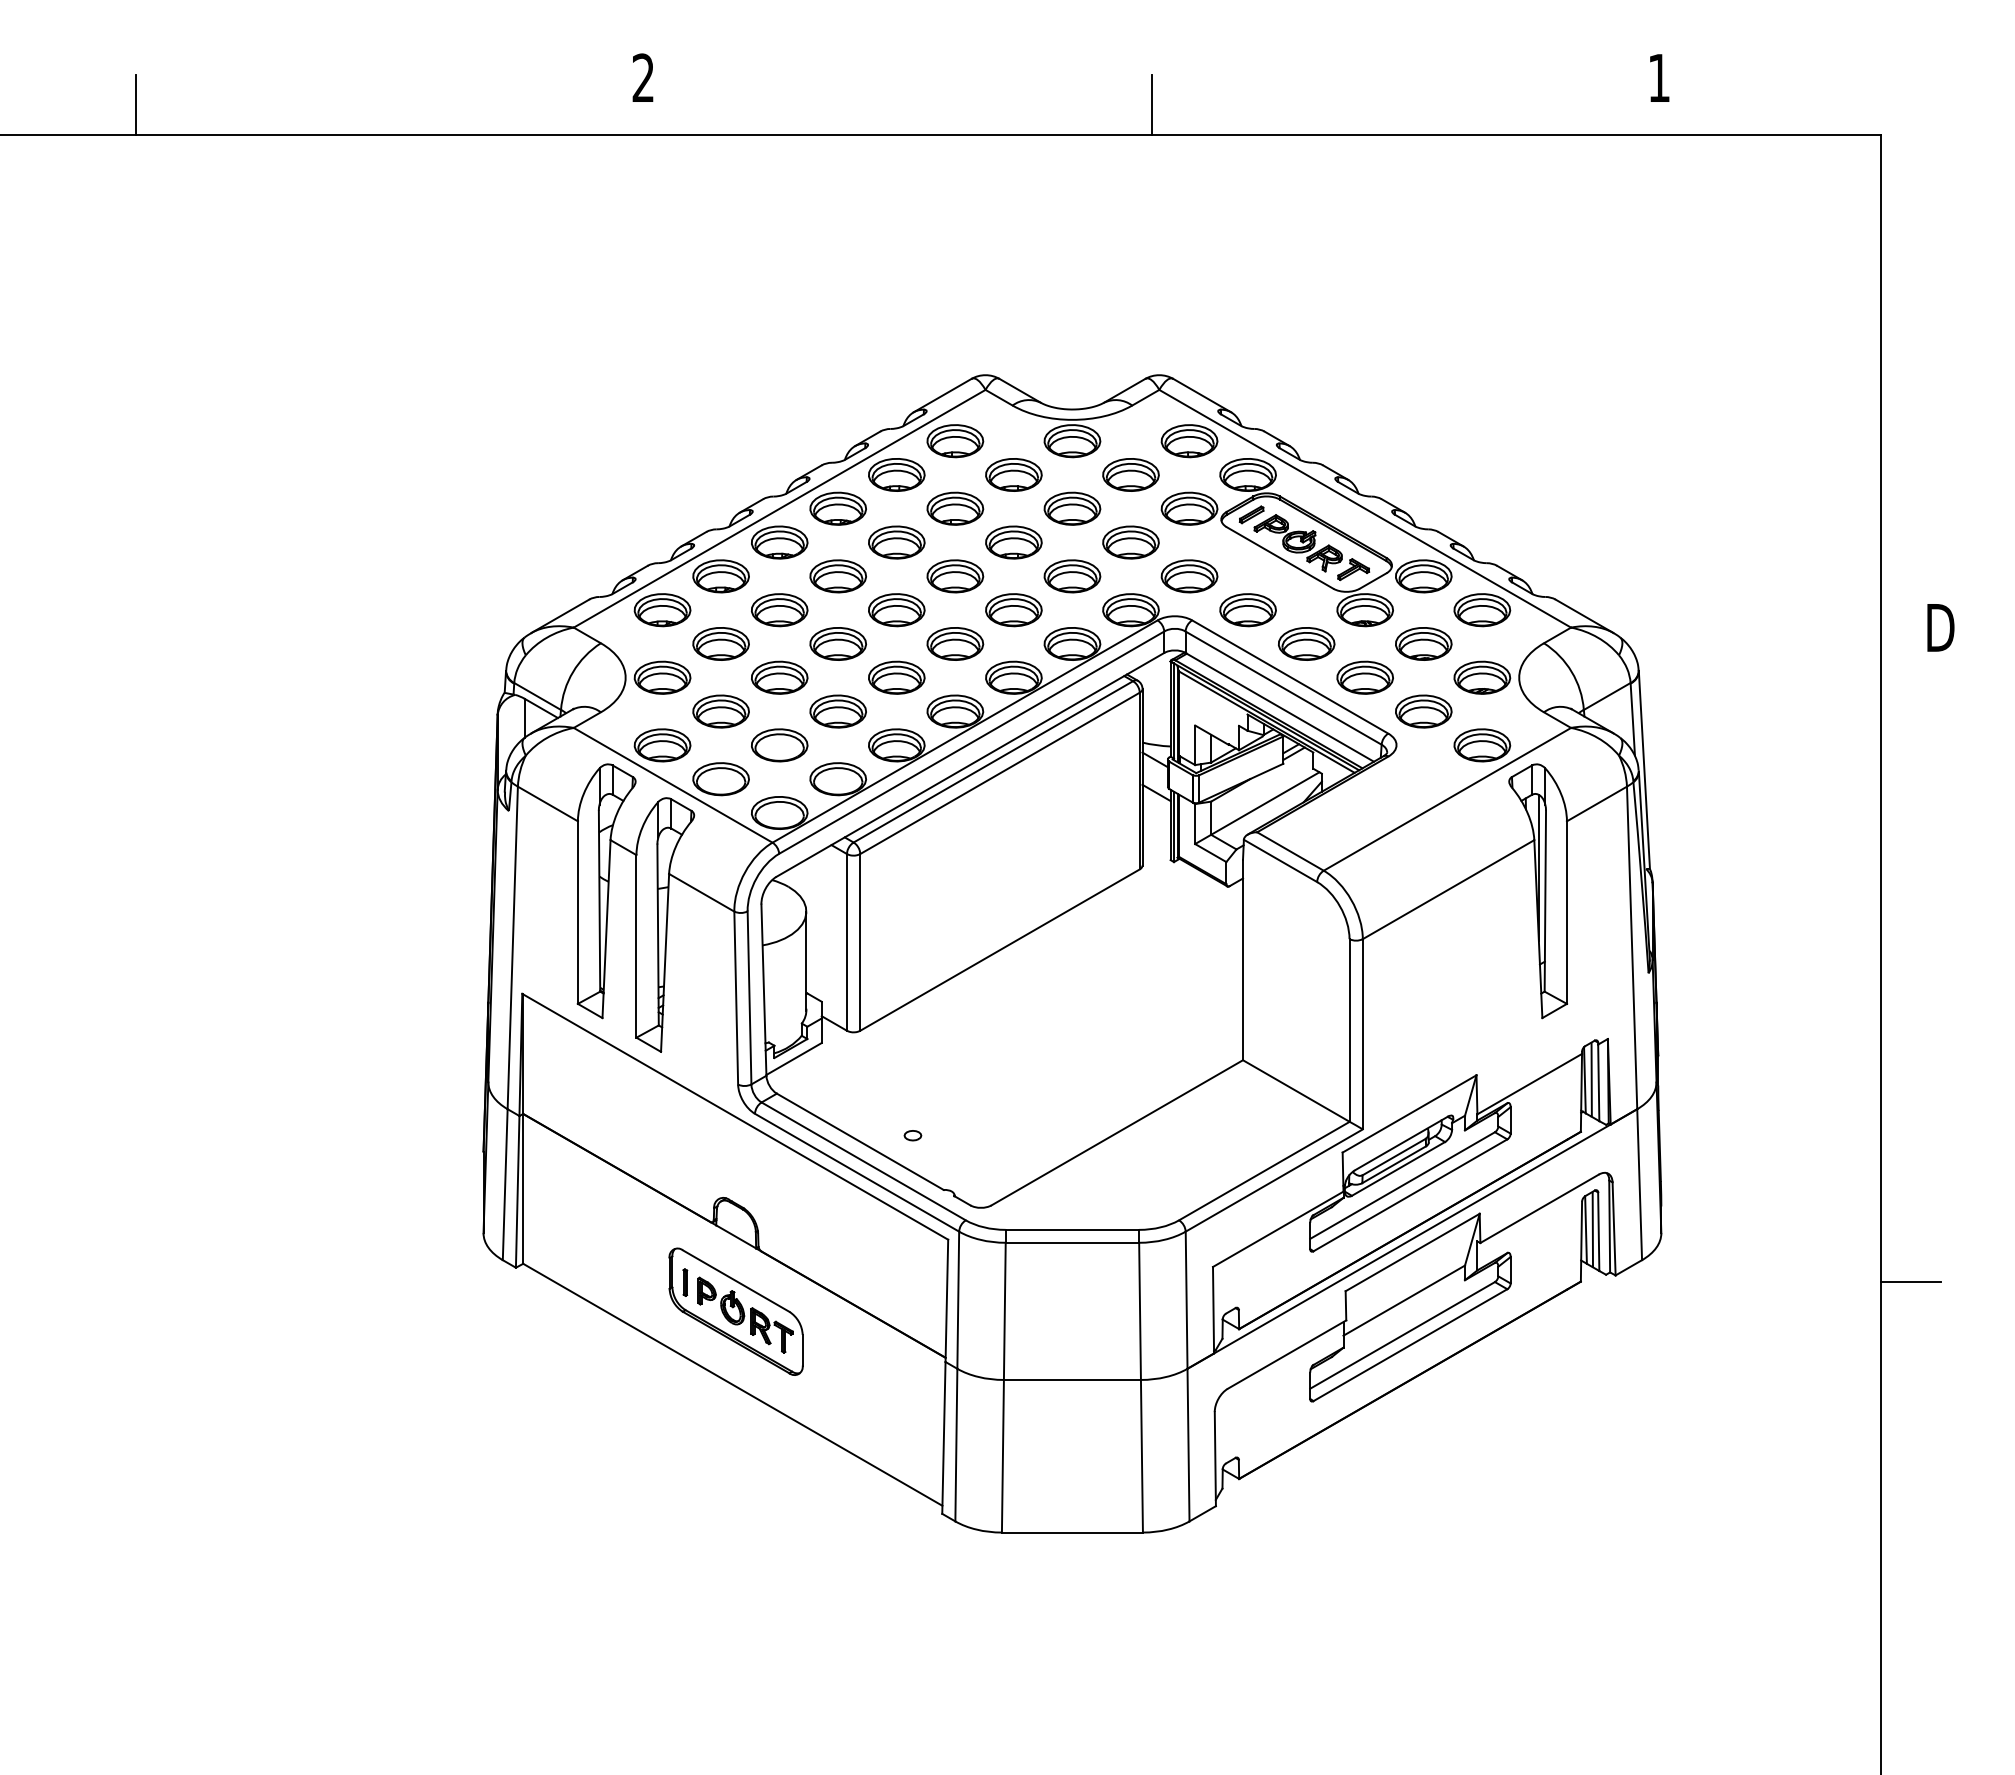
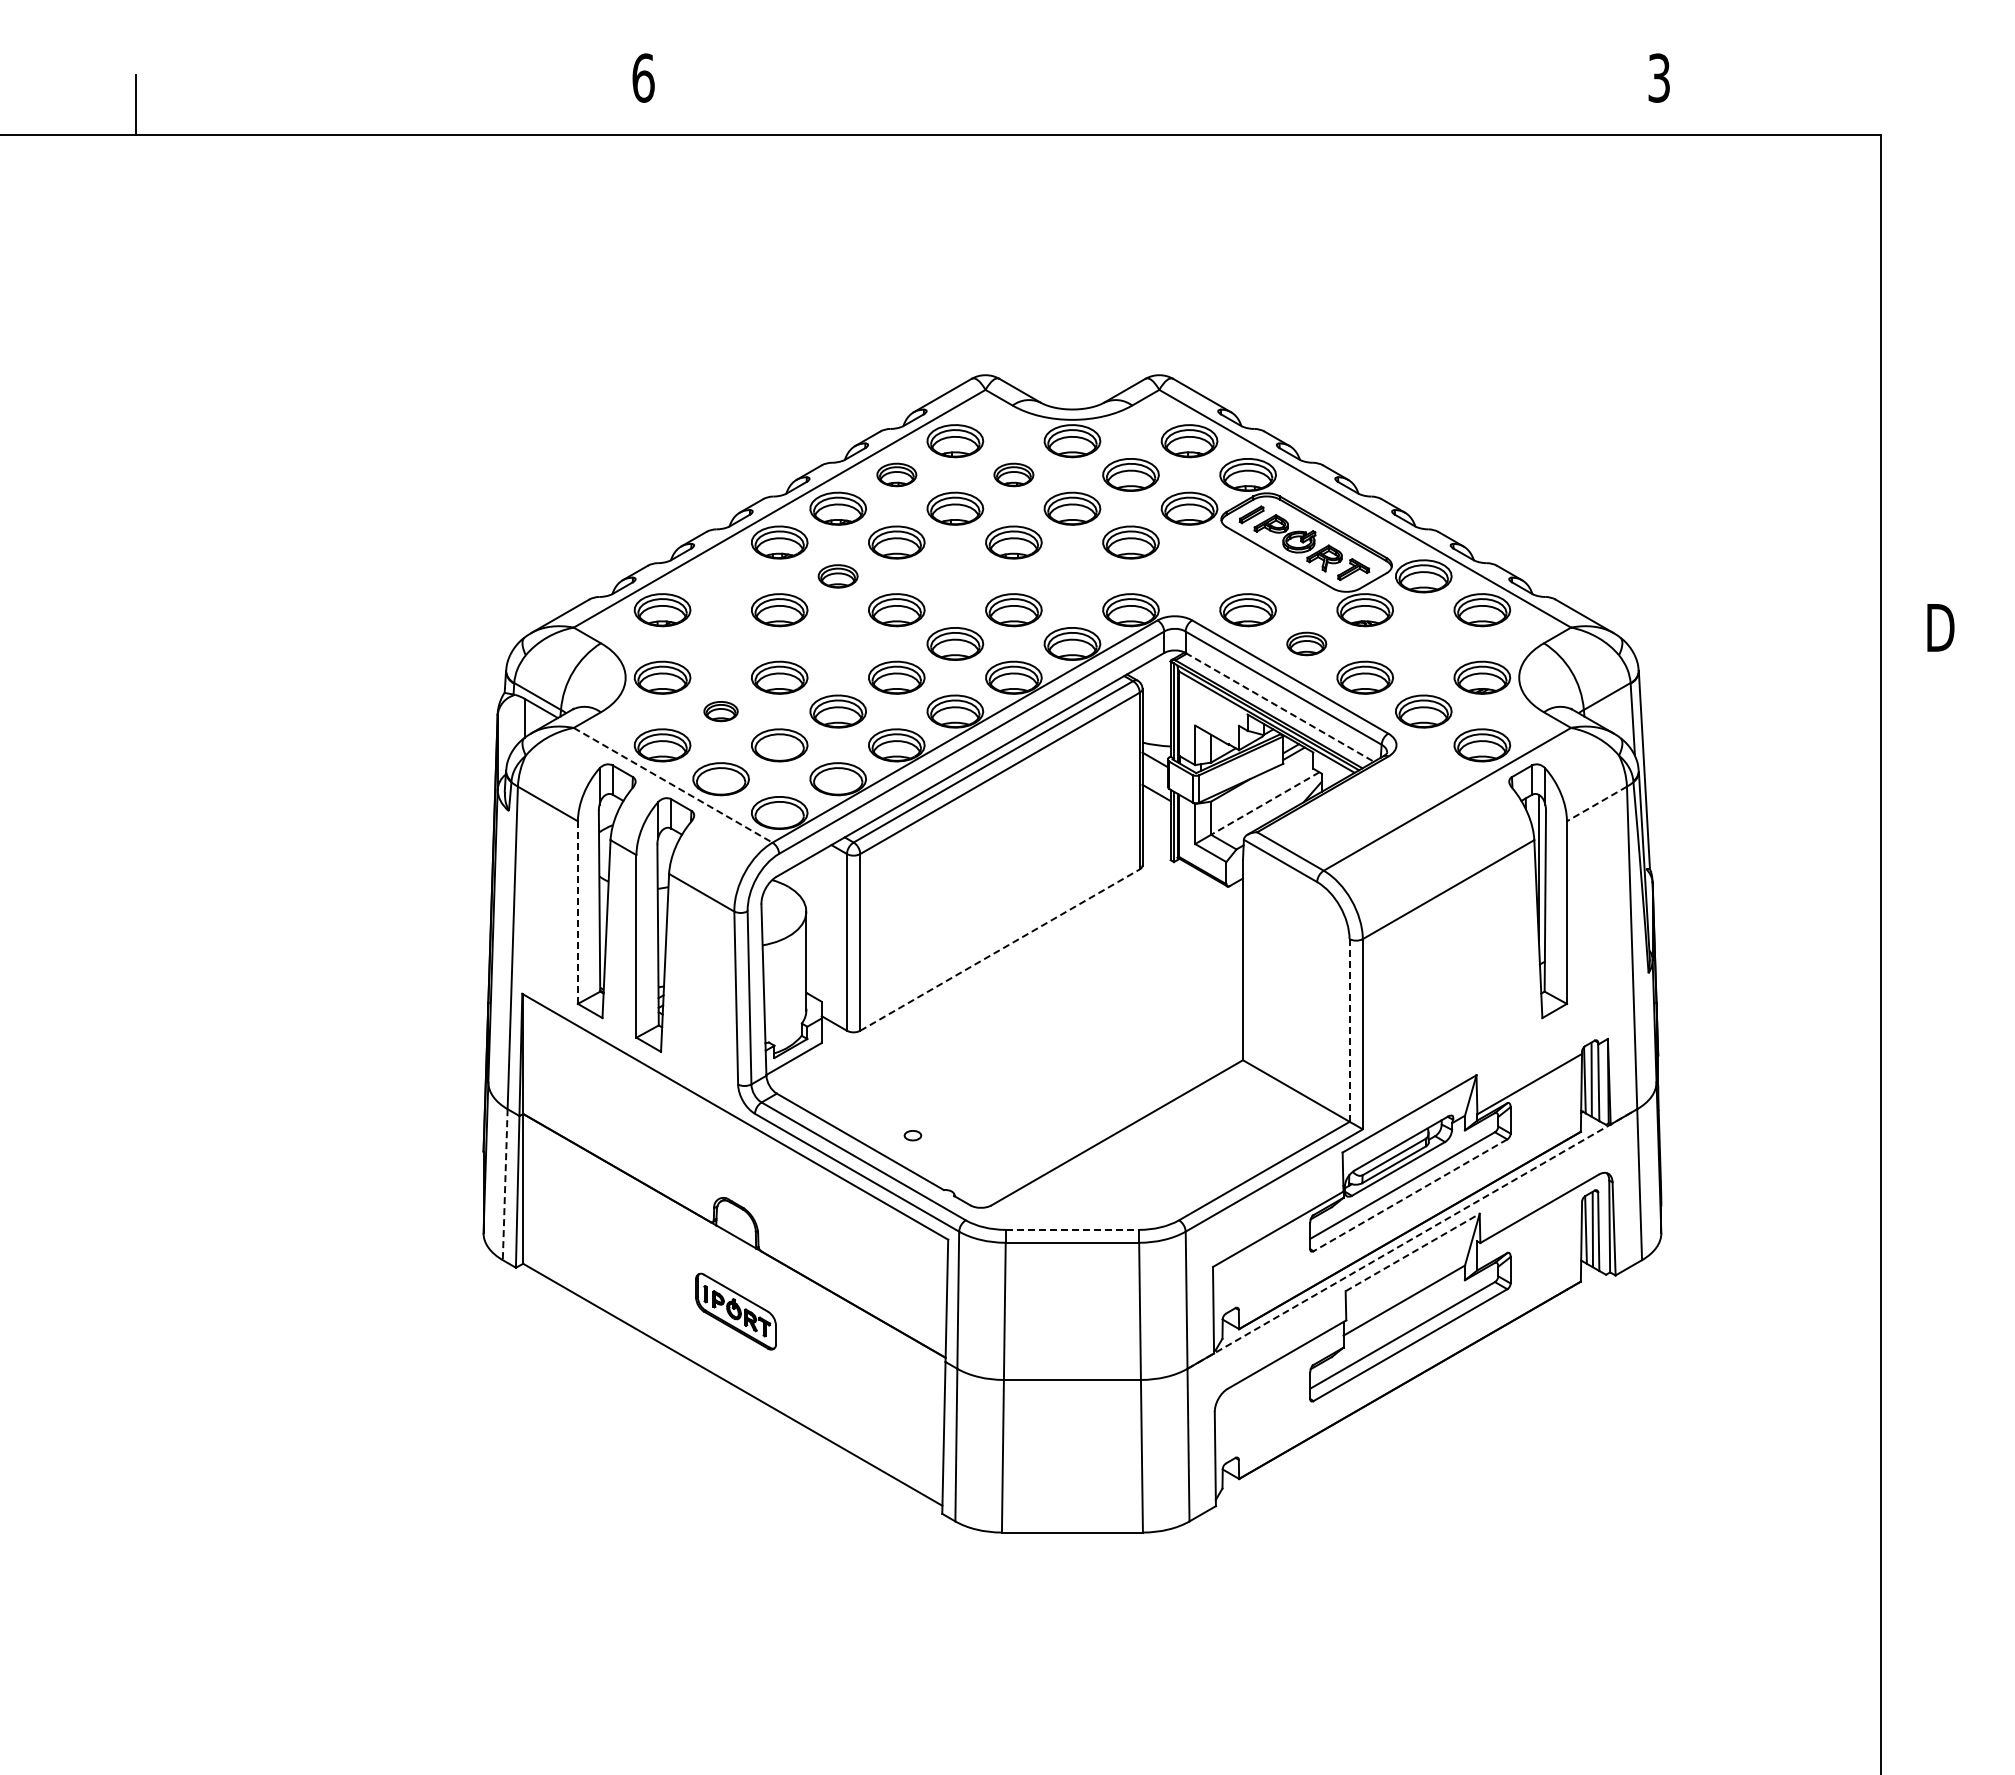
text at (643, 77): 2 -> 6
text at (1658, 77): 1 -> 3
line at (1151, 104): present -> none
part at (896, 474) size: 58x34 px -> 42x26 px
part at (1013, 474) size: 58x34 px -> 42x26 px
part at (720, 576): present -> none
part at (837, 576) size: 58x35 px -> 42x25 px
part at (955, 576): present -> none
part at (1072, 576): present -> none
part at (1189, 576): present -> none
part at (720, 643): present -> none
part at (837, 643): present -> none
part at (1306, 643) size: 58x34 px -> 42x26 px
part at (1423, 643): present -> none
line at (1279, 707): solid -> dashed
part at (720, 711) size: 58x35 px -> 36x22 px
line at (673, 785): solid -> dashed
line at (1265, 803): solid -> dashed
line at (1596, 803): solid -> dashed
line at (577, 913): solid -> dashed
line at (1000, 949): solid -> dashed
line at (1349, 1029): solid -> dashed
line at (505, 1184): solid -> dashed
line at (1410, 1195): solid -> dashed
line at (1072, 1229): solid -> dashed
line at (1412, 1239): solid -> dashed
line at (1413, 1252): solid -> dashed
line at (1910, 1281): present -> none
part at (735, 1311) size: 136x129 px -> 82x79 px
